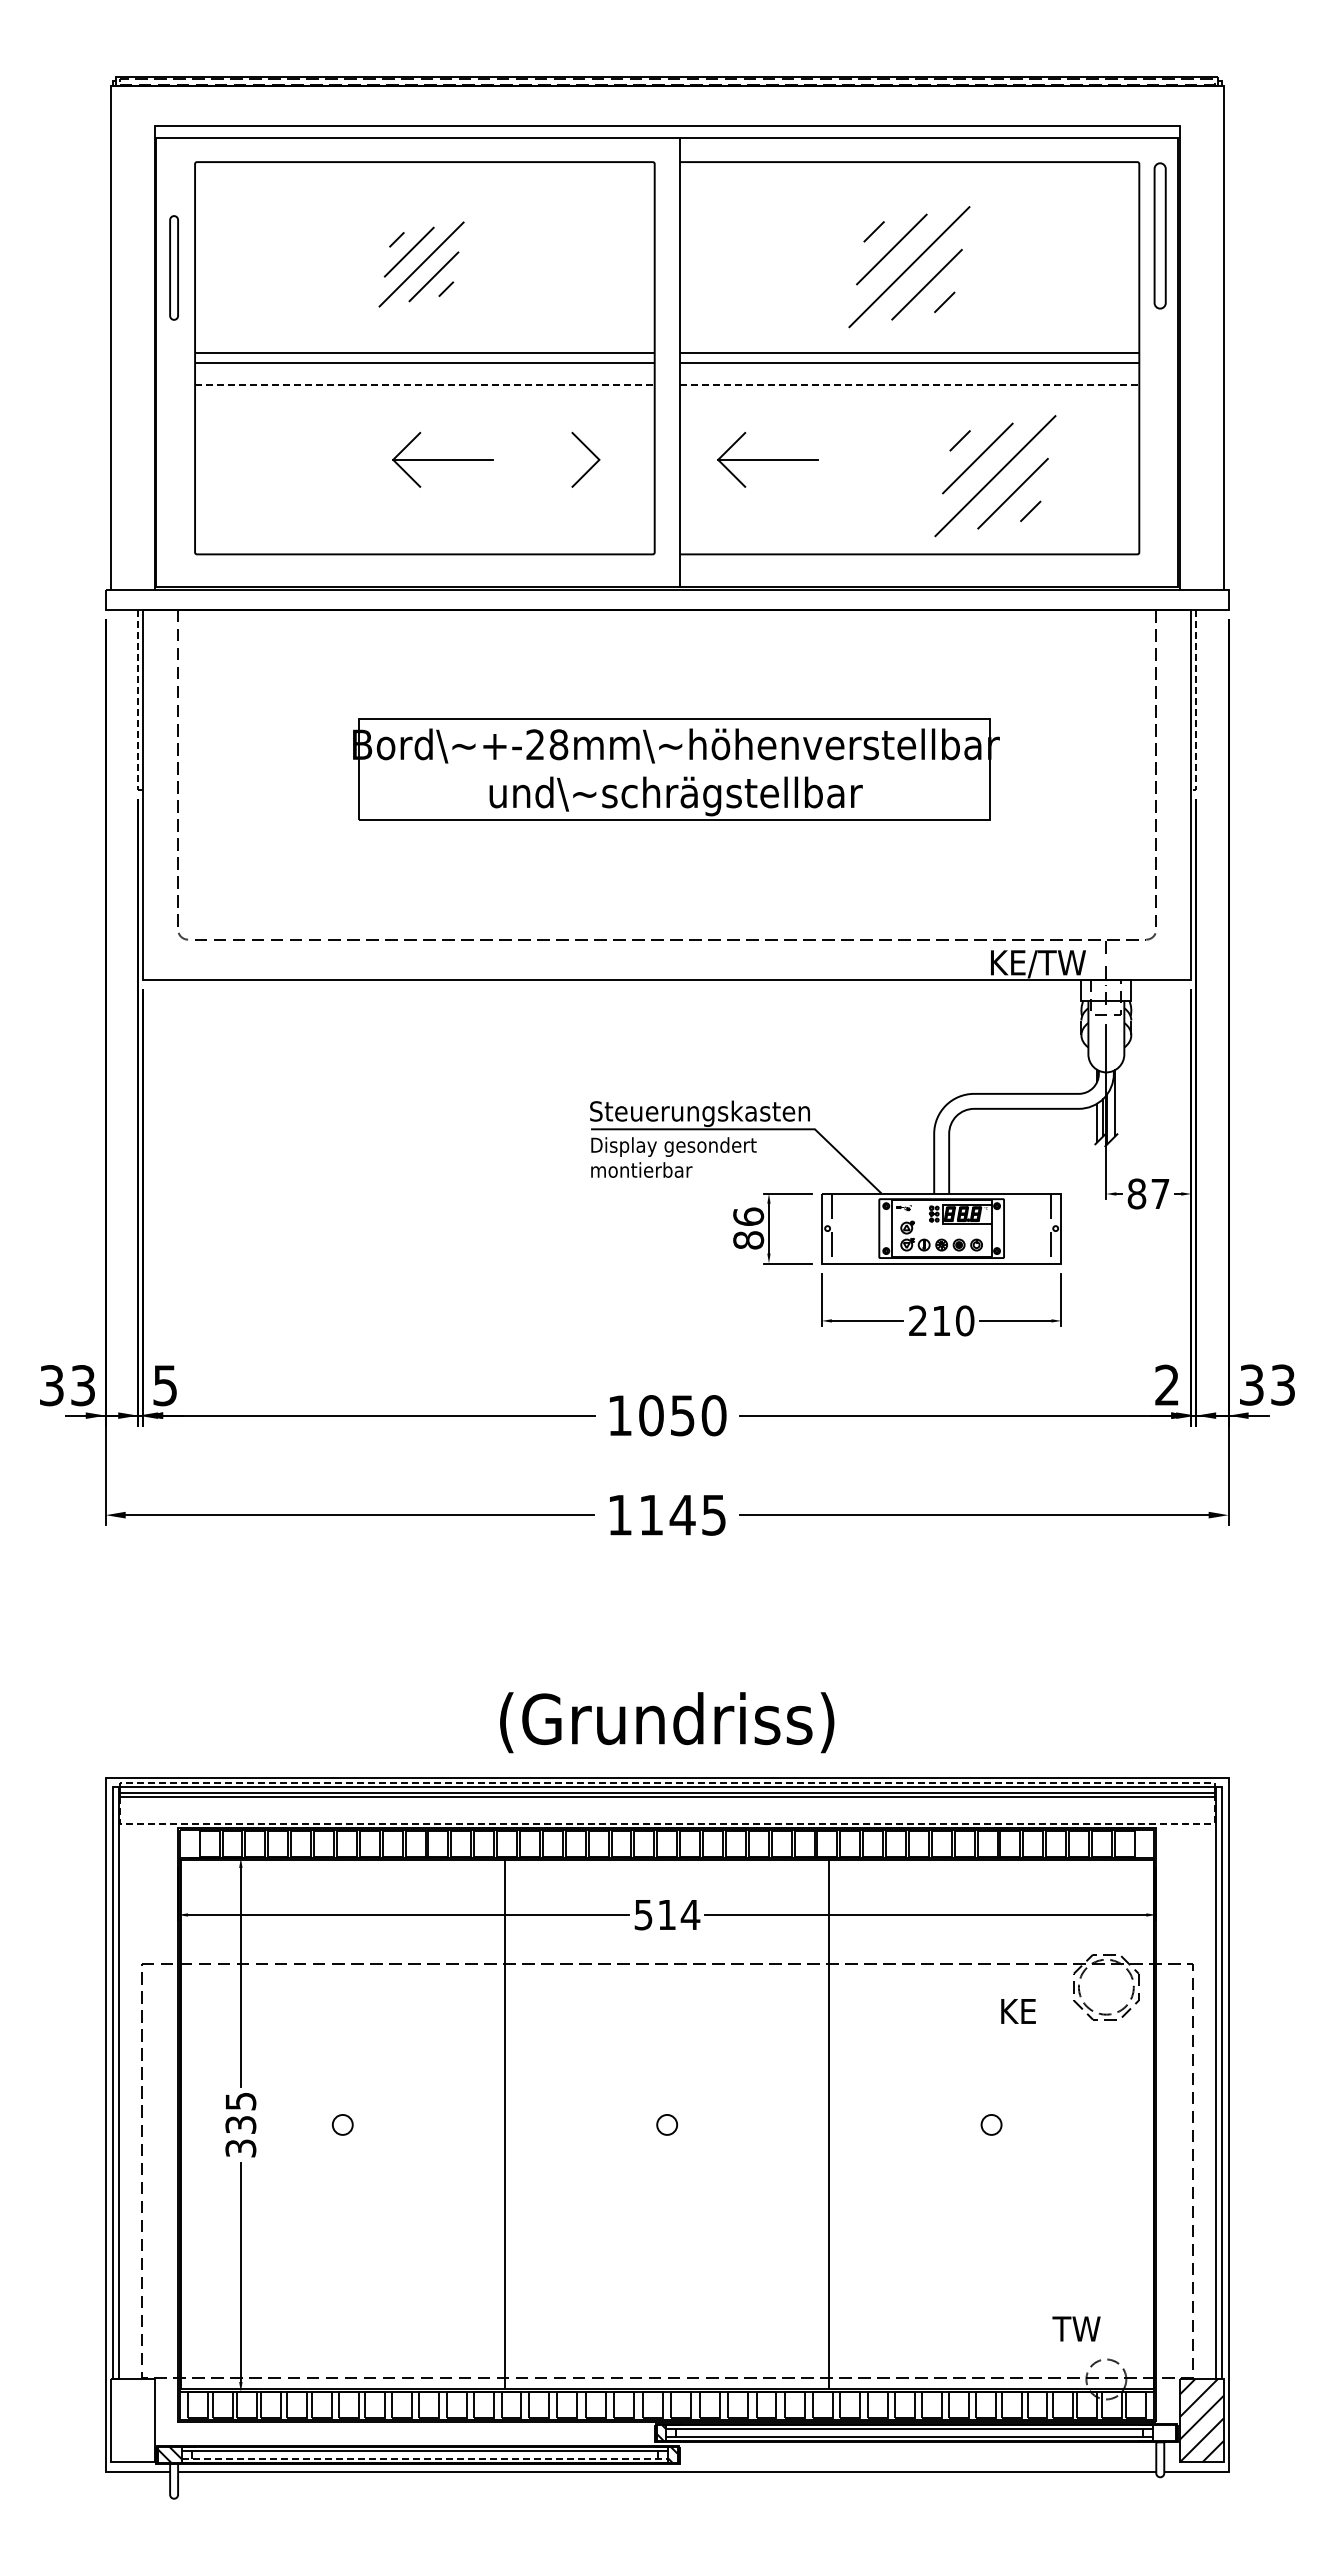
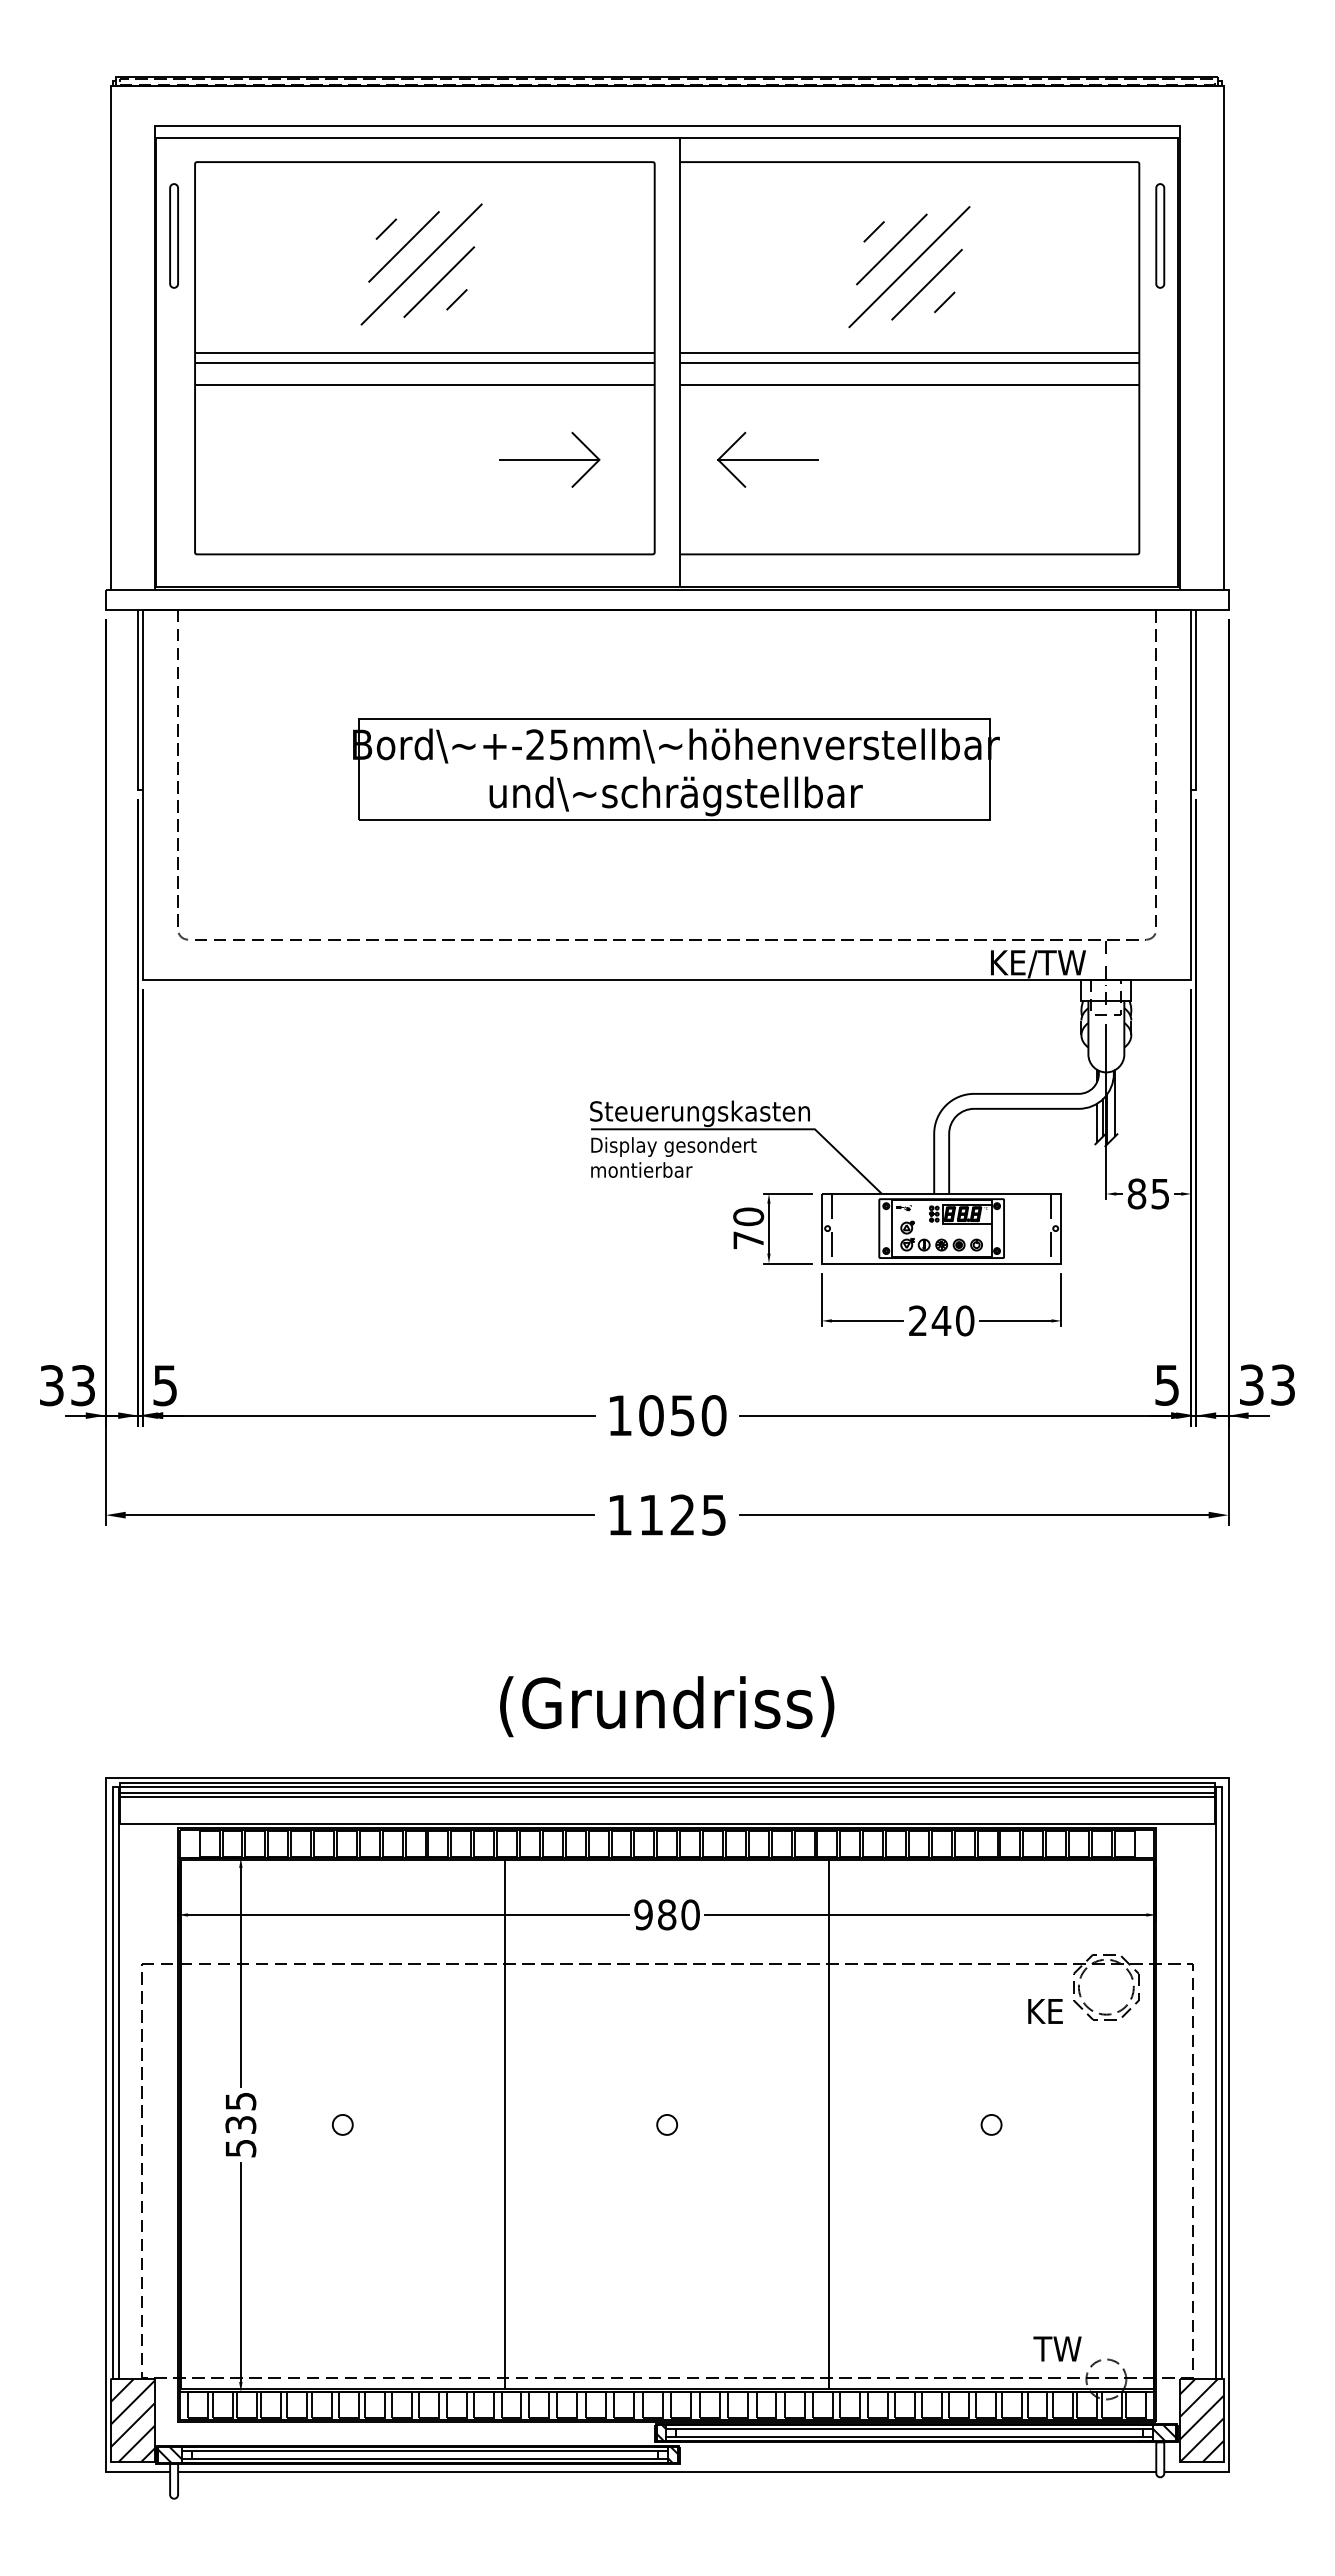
part at (1159, 235) size: 14x148 px -> 11x106 px
part at (421, 264) size: 87x87 px -> 123x123 px
part at (173, 267) position: (173, 267) -> (173, 235)
line at (424, 384): dashed -> solid
line at (909, 384): dashed -> solid
part at (442, 459): present -> none
line at (549, 459): none -> present
part at (995, 476): present -> none
line at (138, 703): dashed -> solid
line at (1196, 703): dashed -> solid
text at (558, 744): +-28mm -> +-25mm
text at (1160, 1194): 87 -> 85
text at (748, 1228): 86 -> 70
text at (941, 1320): 210 -> 240
text at (1166, 1384): 2 -> 5
text at (682, 1514): 1145 -> 1125
text at (667, 1722) position: (667, 1722) -> (667, 1706)
line at (667, 1782): dashed -> solid
line at (667, 1823): dashed -> solid
text at (667, 1914): 514 -> 980
text at (1018, 2011) position: (1018, 2011) -> (1045, 2011)
text at (240, 2147): 335 -> 535
text at (1076, 2328) position: (1076, 2328) -> (1057, 2348)
hatch at (132, 2419): none -> present
hatch at (1164, 2433): none -> present
line at (425, 2458): dashed -> solid
